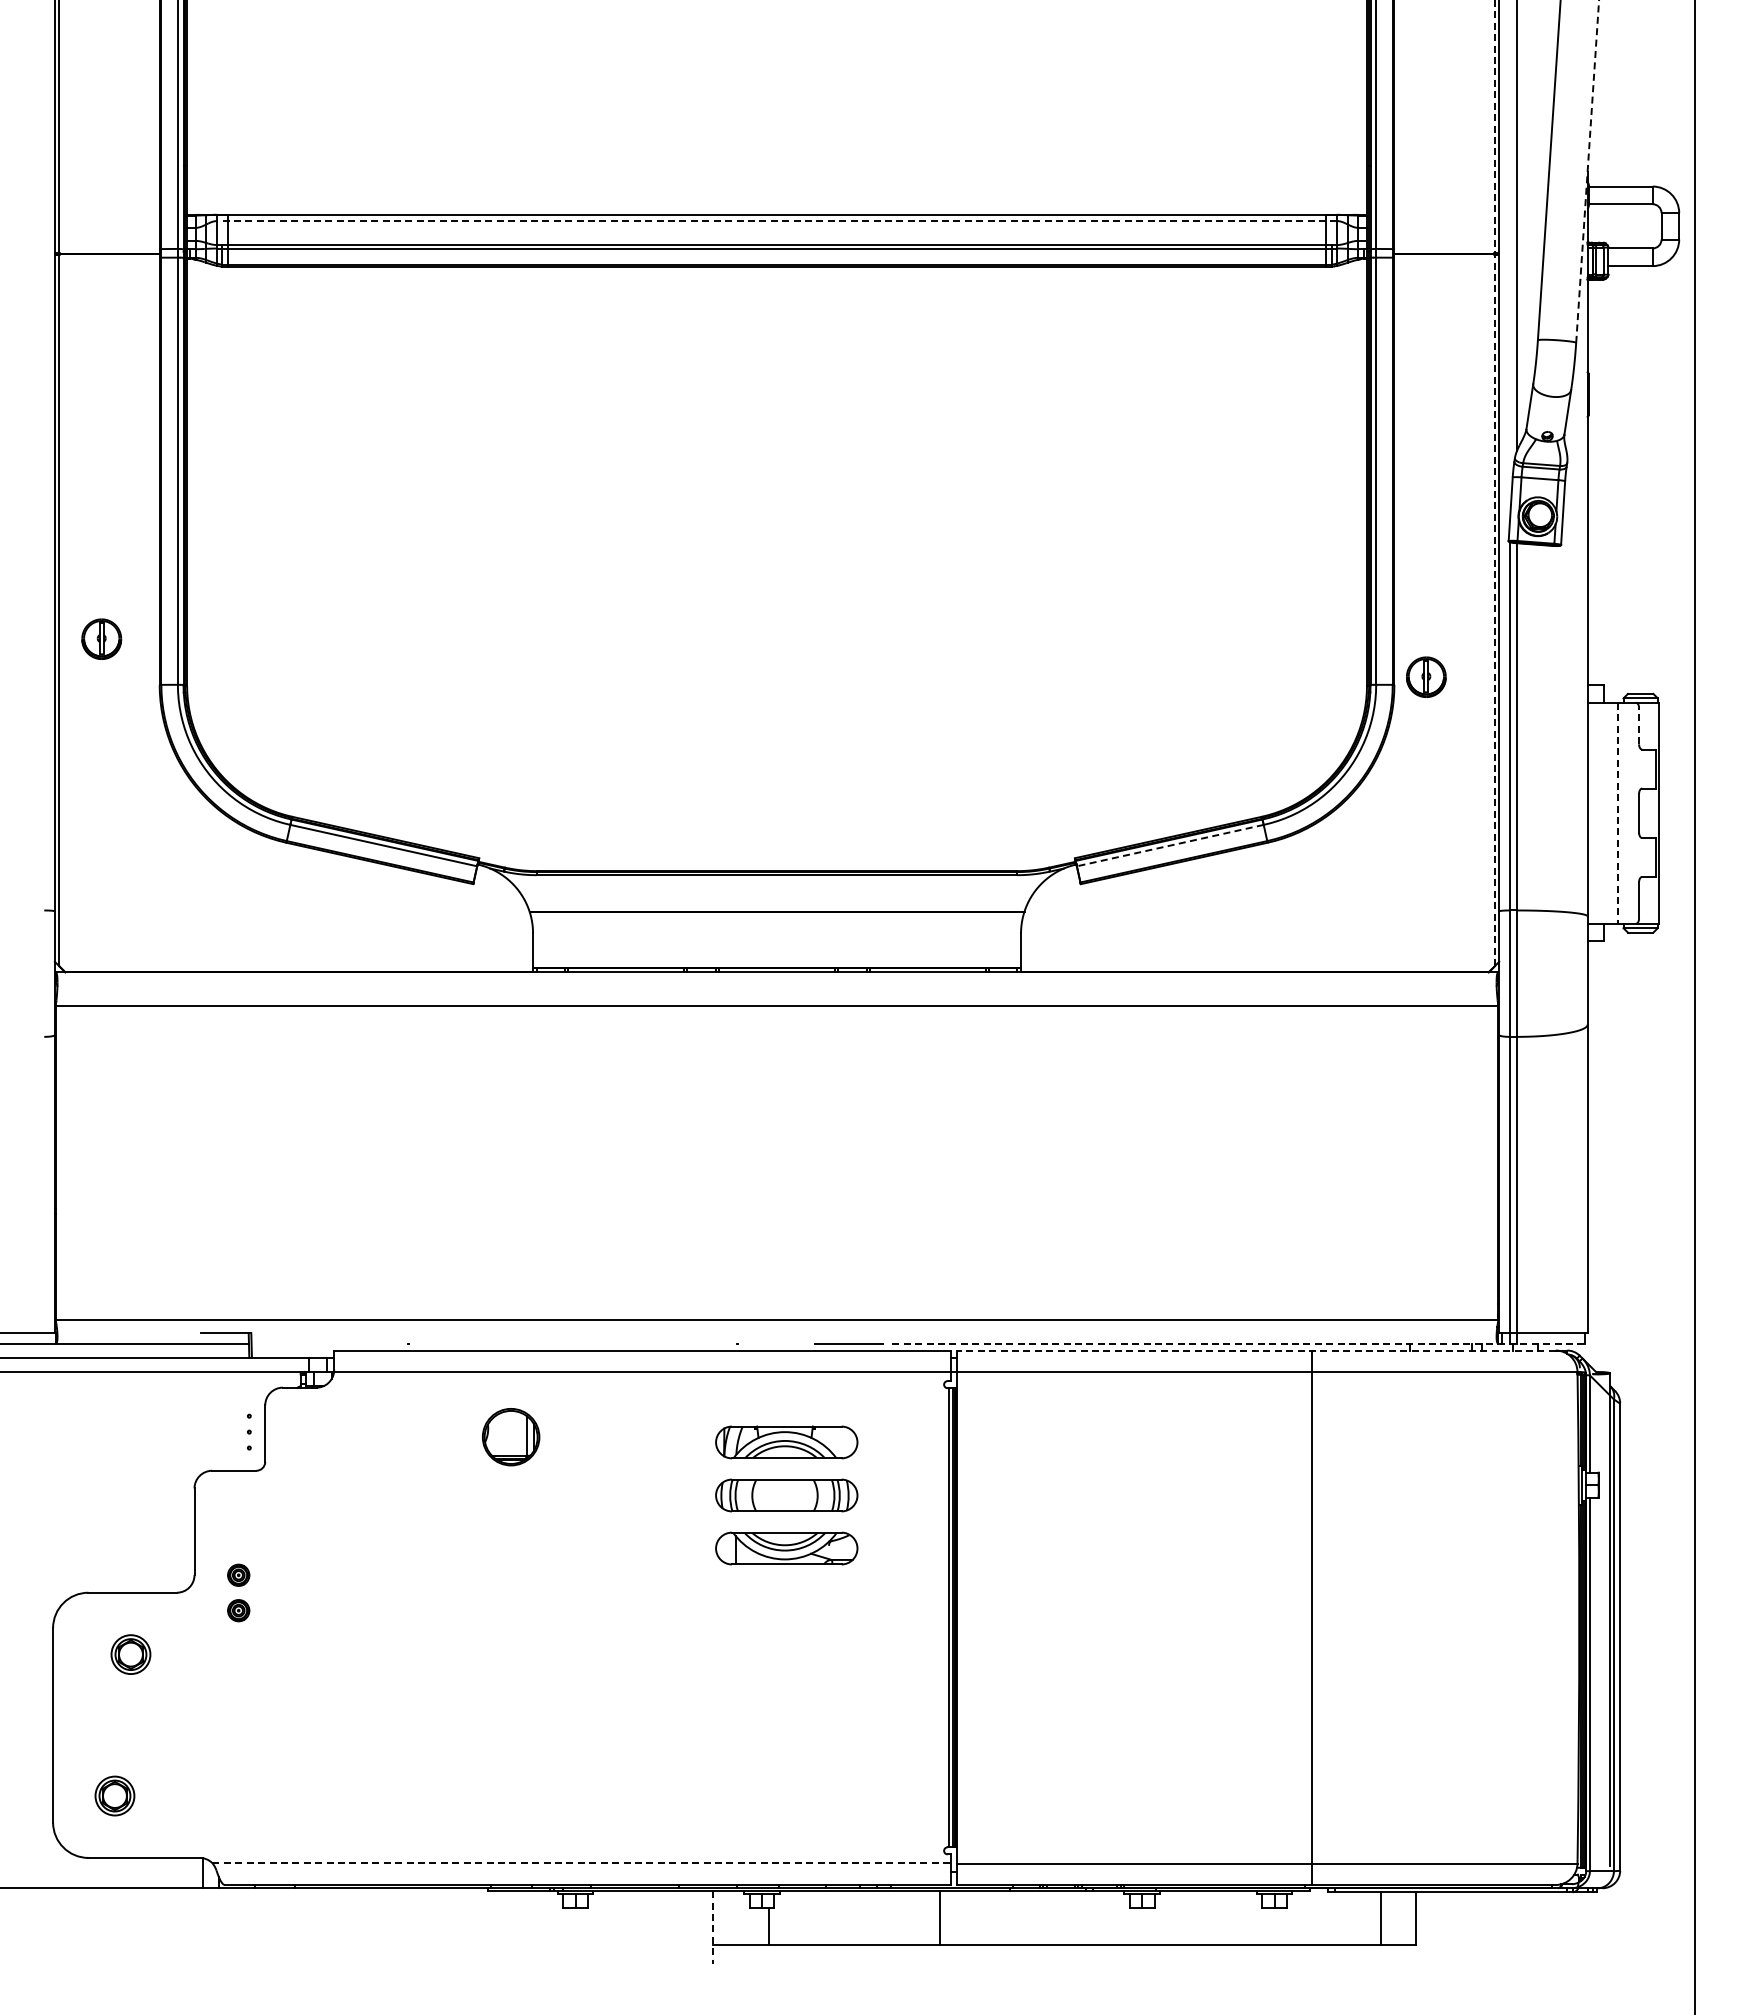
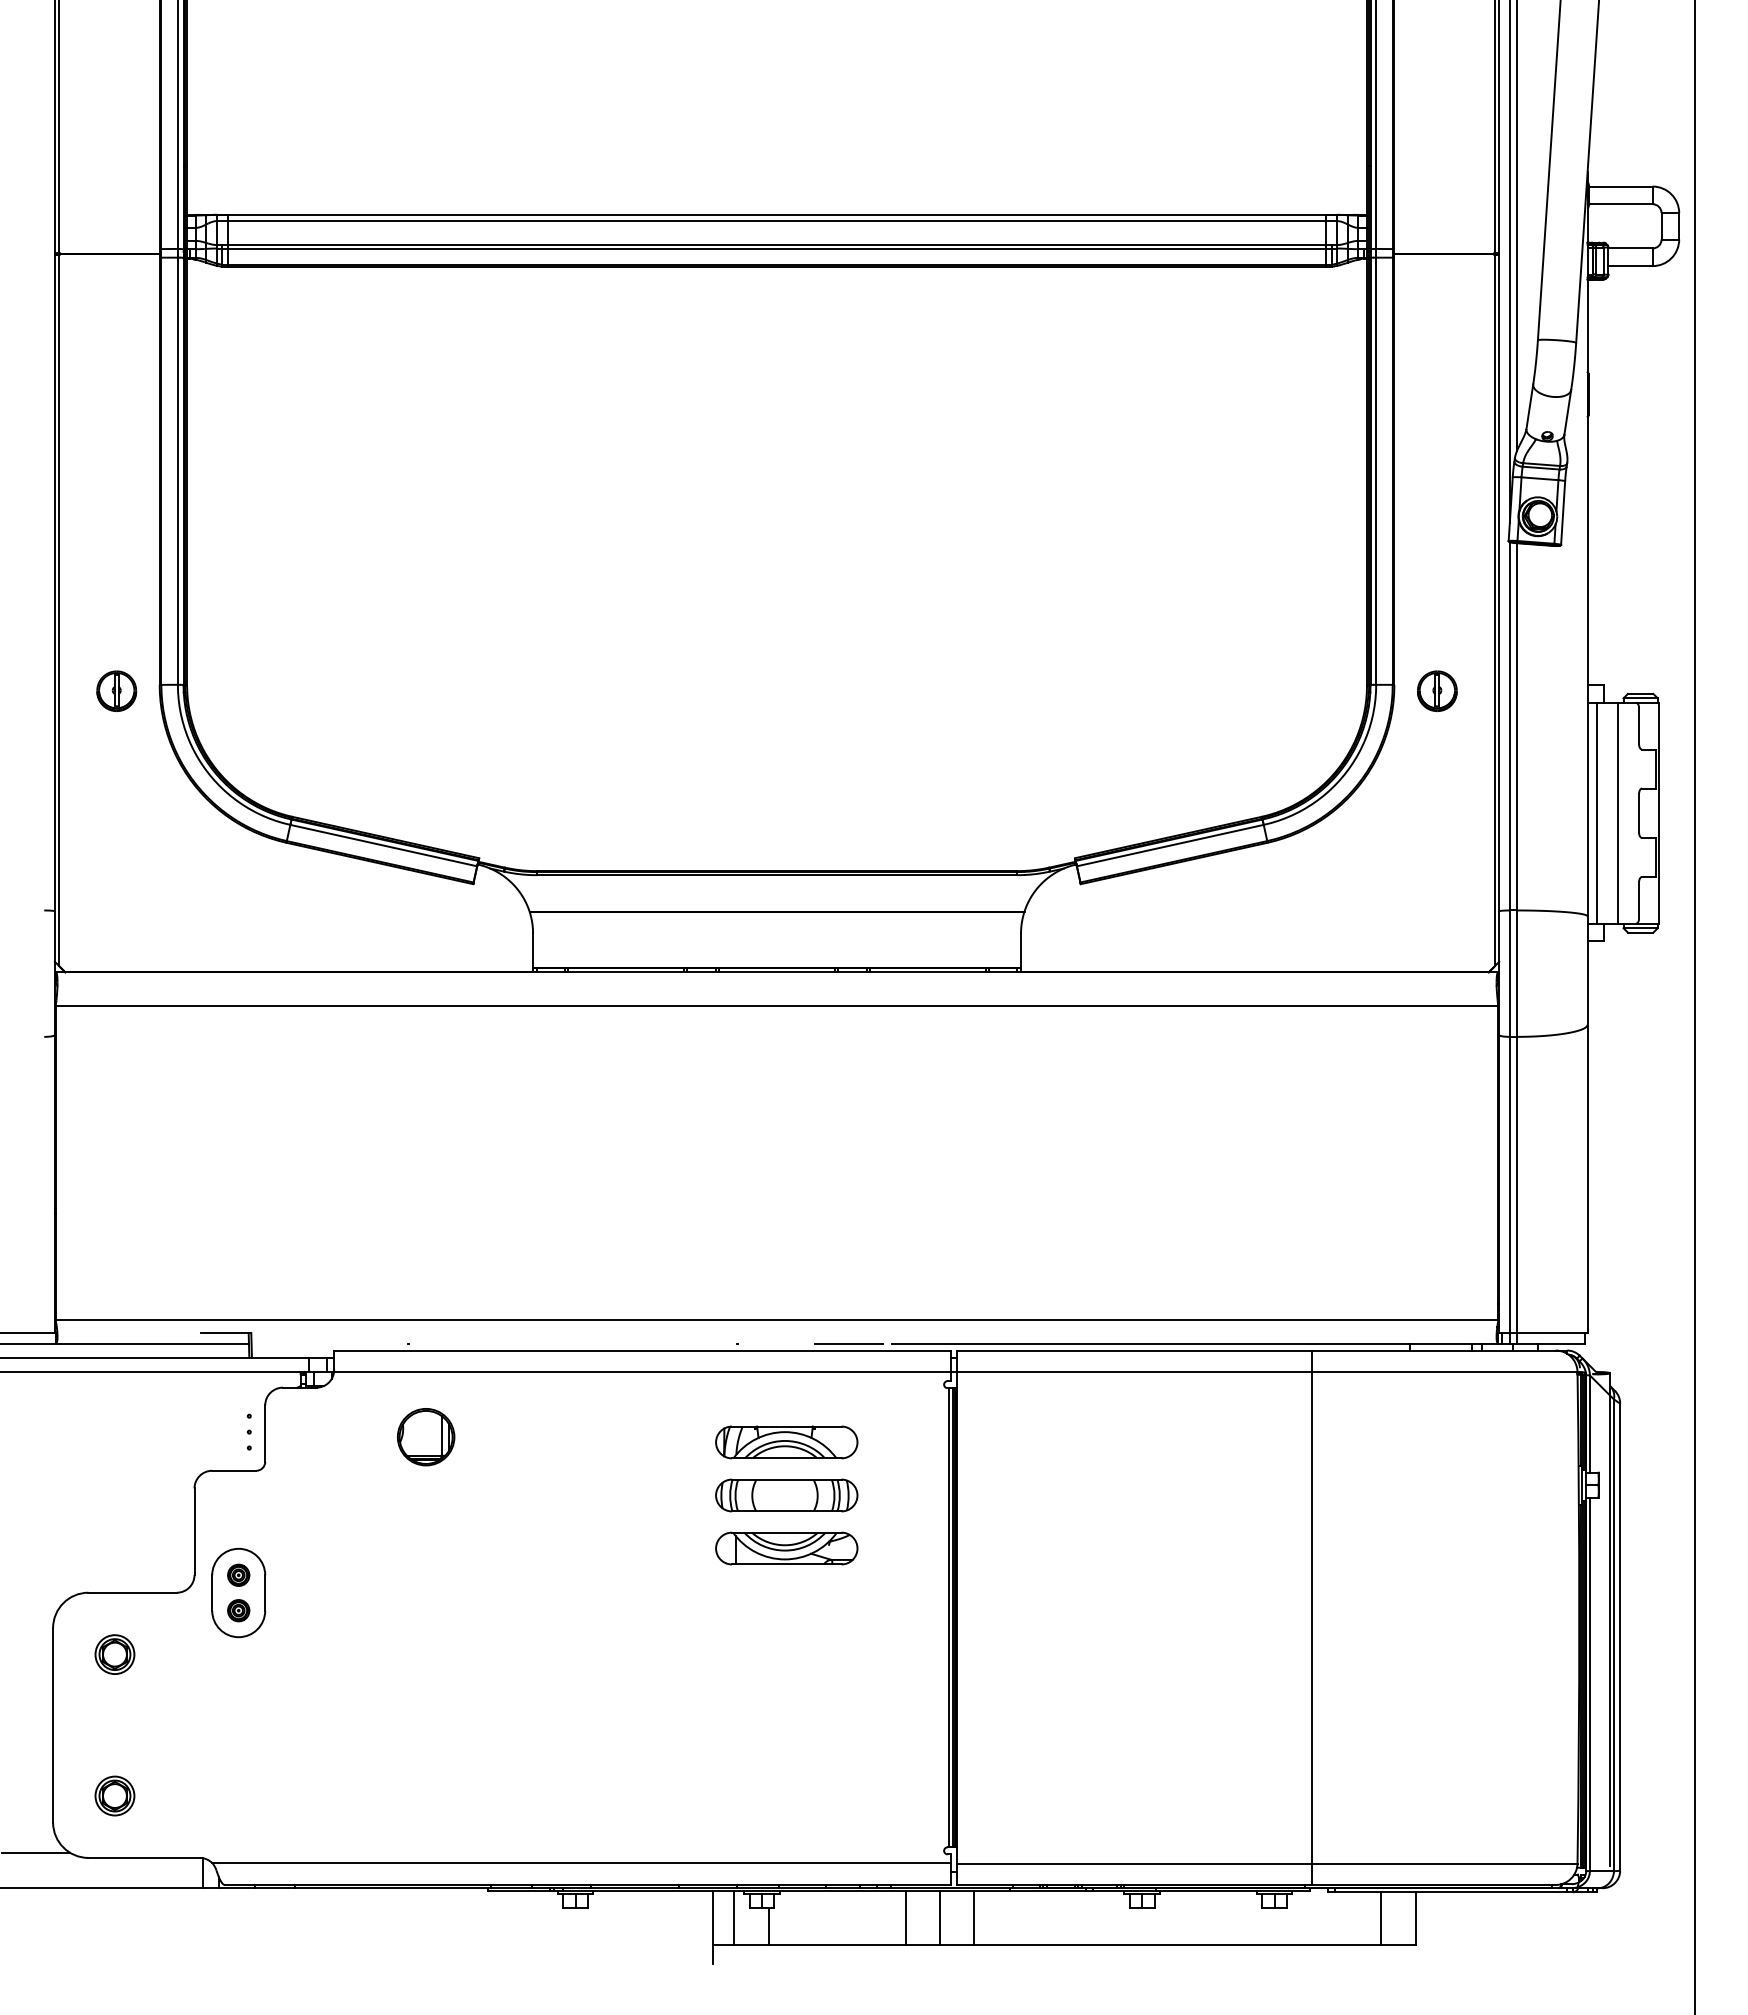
line at (1587, 171): dashed -> solid
line at (776, 221): dashed -> solid
line at (1509, 262): none -> present
line at (1494, 483): dashed -> solid
part at (101, 638) position: (101, 638) -> (116, 690)
part at (1426, 676) position: (1426, 676) -> (1437, 690)
line at (1639, 725): dashed -> solid
line at (1597, 812): none -> present
line at (1617, 813): dashed -> solid
line at (1170, 845): dashed -> solid
line at (1239, 1343): dashed -> solid
line at (1256, 1350): dashed -> solid
part at (511, 1437) position: (511, 1437) -> (426, 1437)
part at (238, 1592): none -> present
part at (130, 1654) position: (130, 1654) -> (114, 1654)
line at (36, 1852): none -> present
line at (582, 1863): dashed -> solid
line at (733, 1917): none -> present
line at (905, 1917): none -> present
line at (974, 1917): none -> present
line at (713, 1927): dashed -> solid
